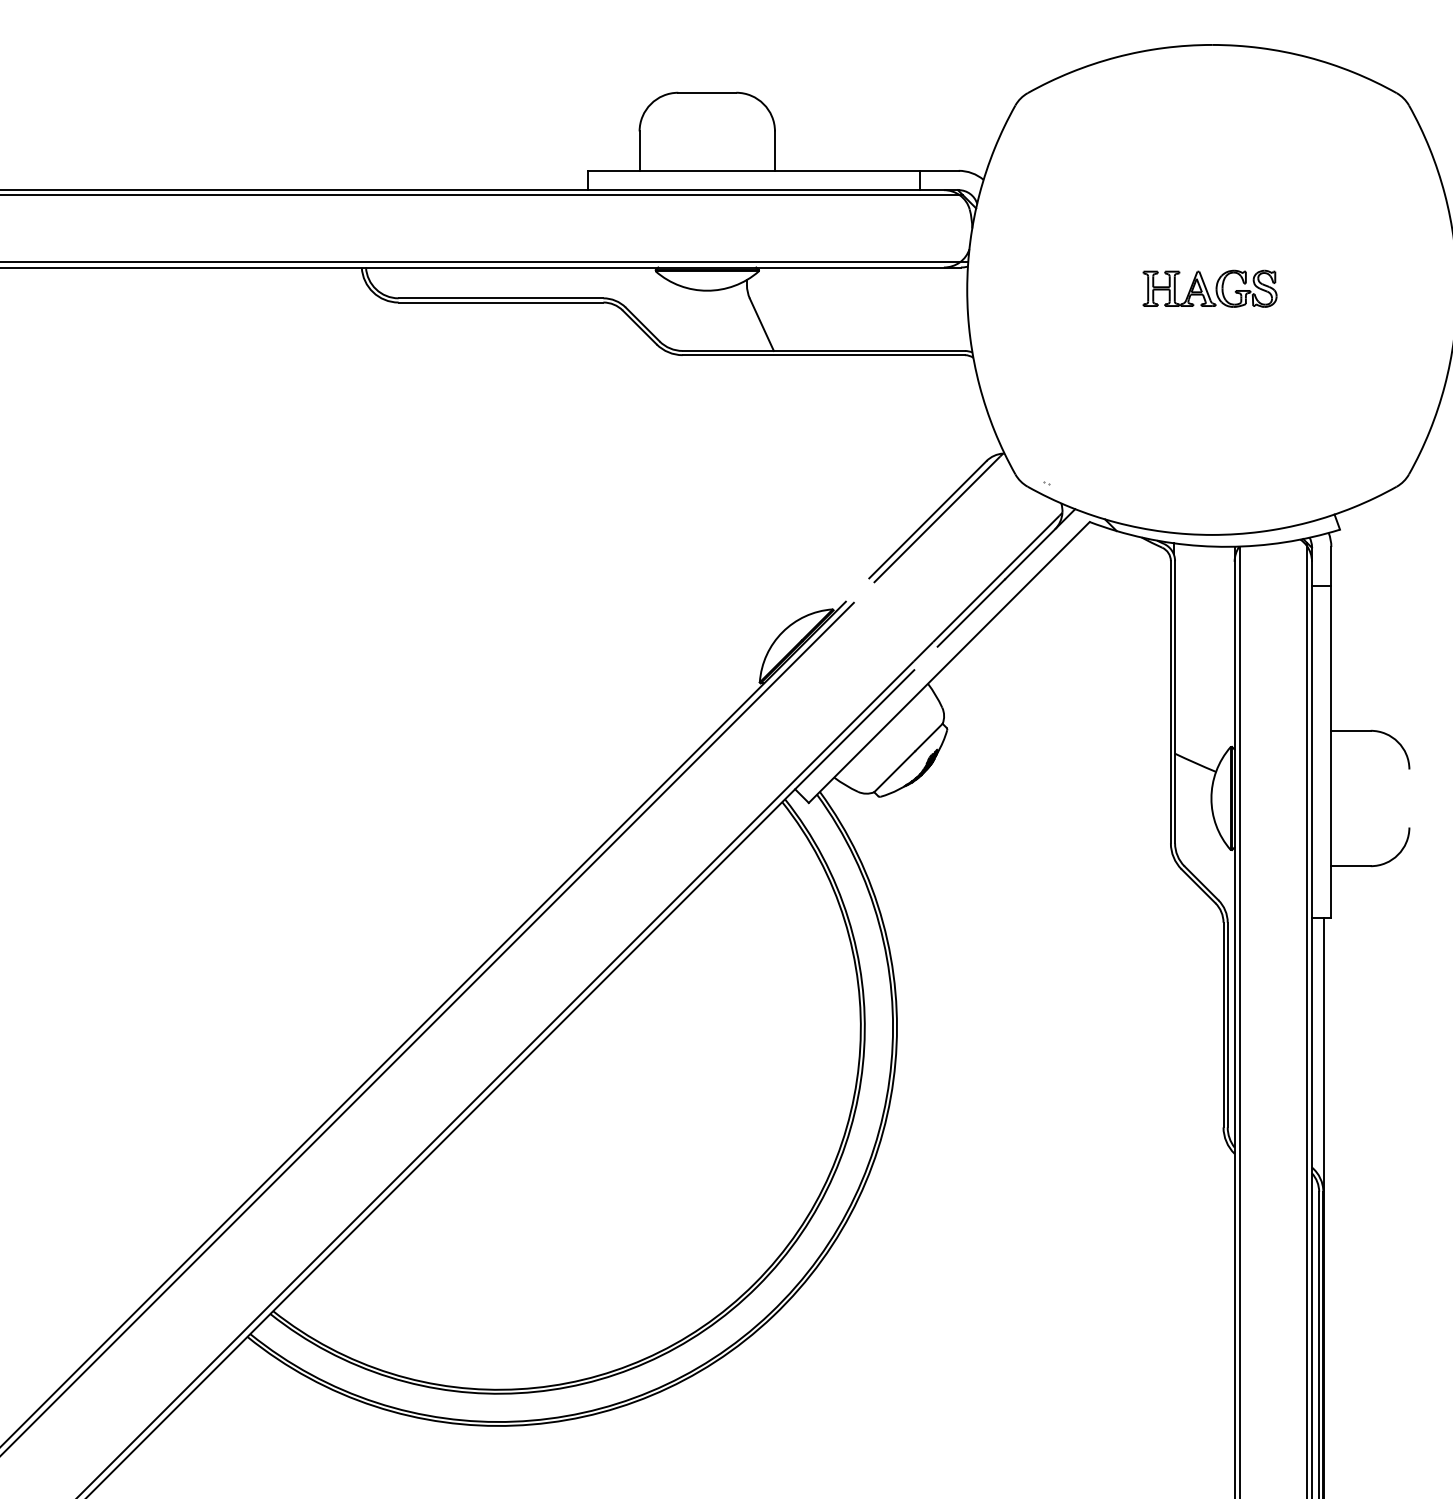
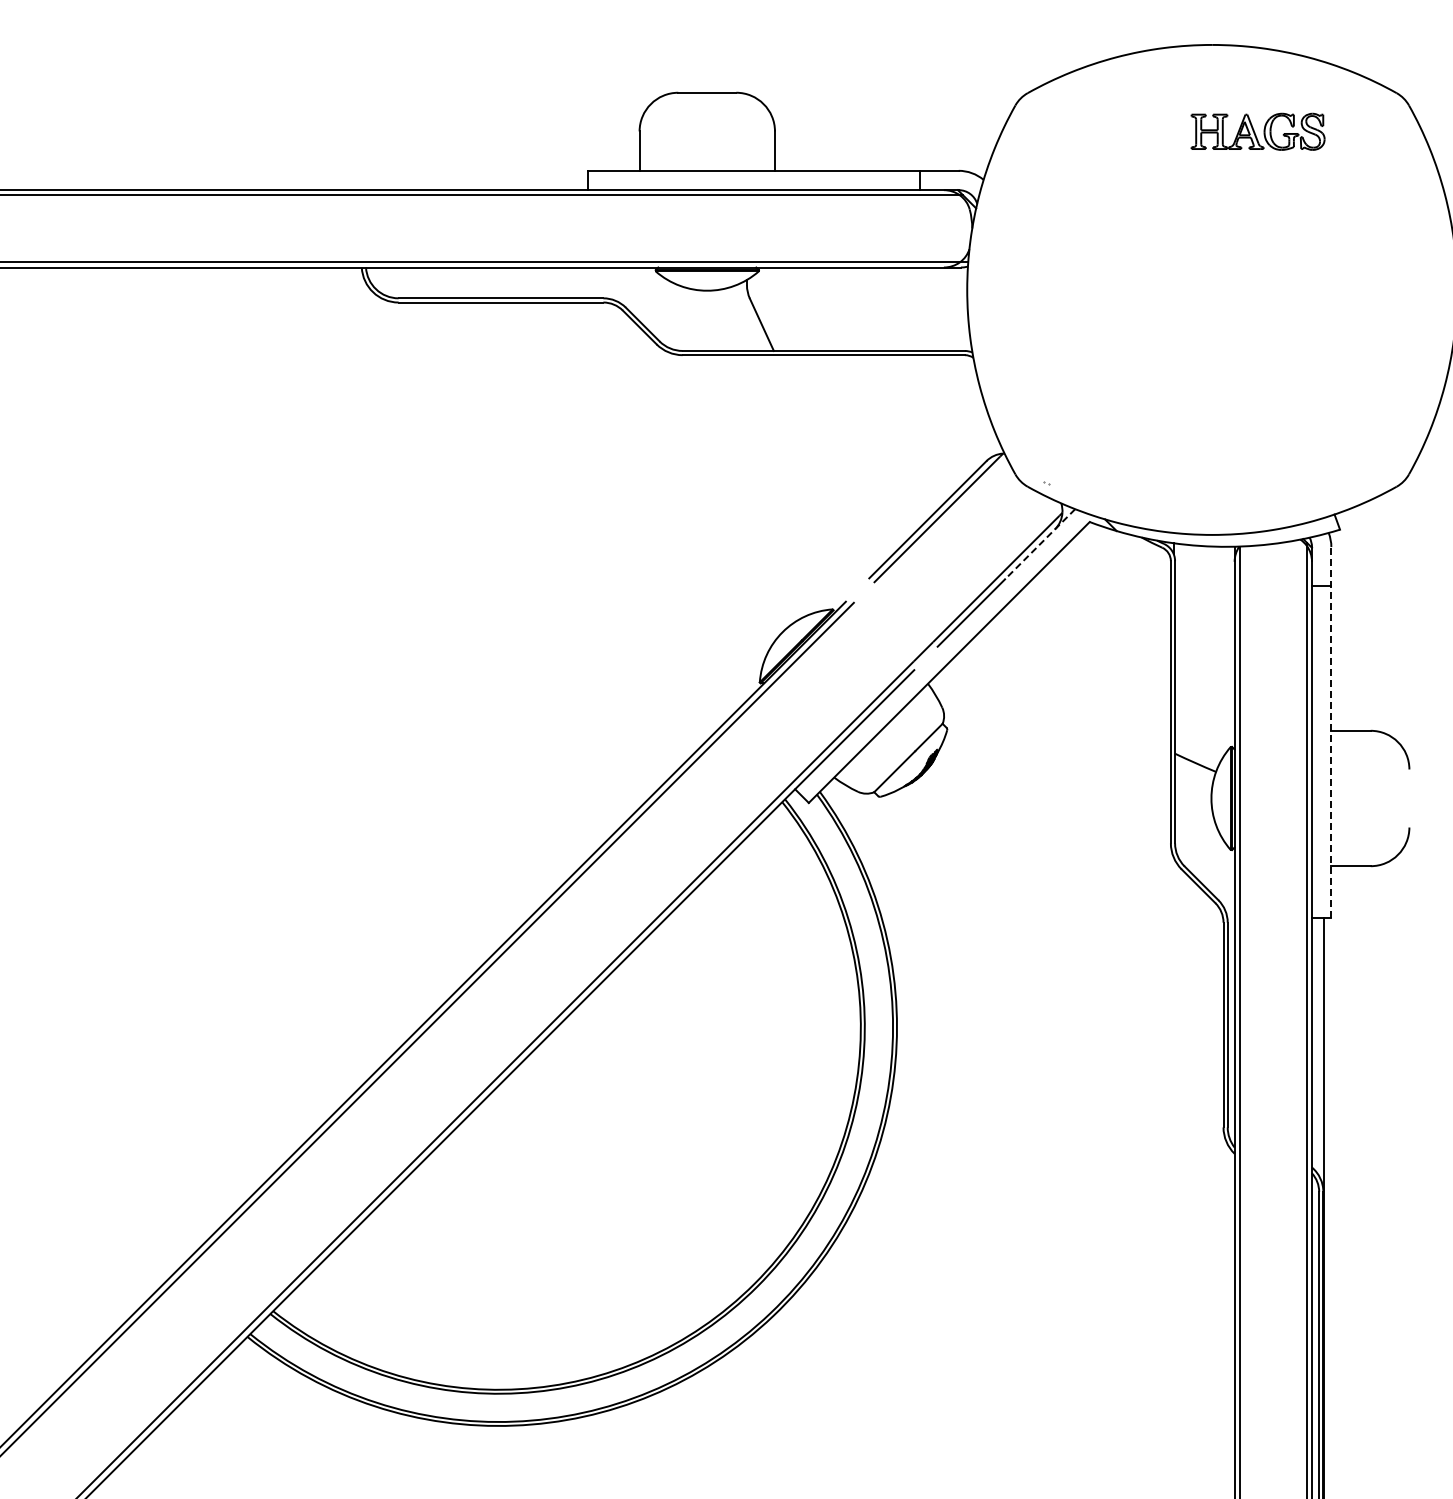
part at (1209, 288) position: (1209, 288) -> (1257, 131)
line at (1040, 544): solid -> dashed
line at (1331, 732): solid -> dashed
